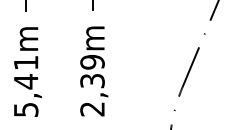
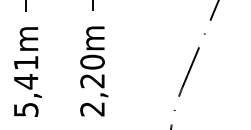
text at (92, 71): 2,39m -> 2,20m
